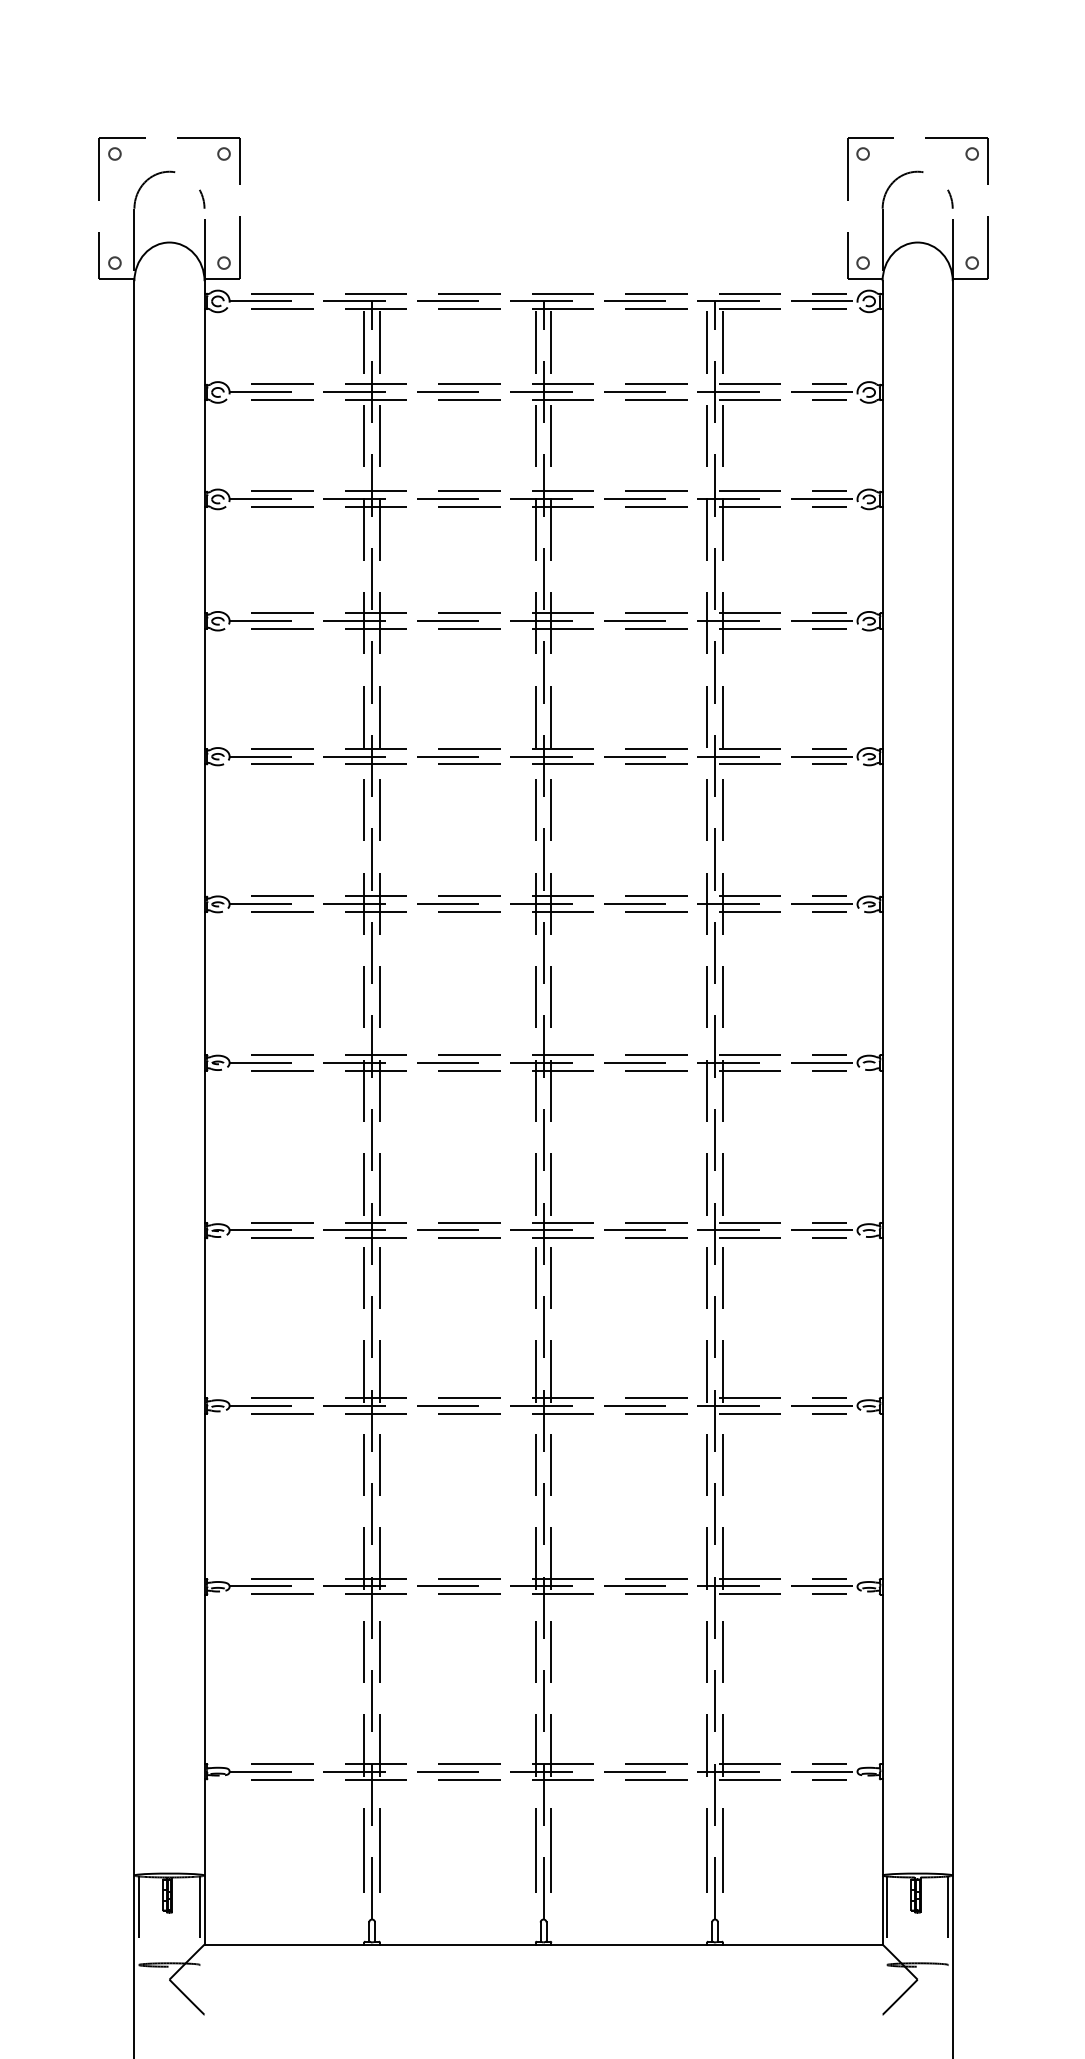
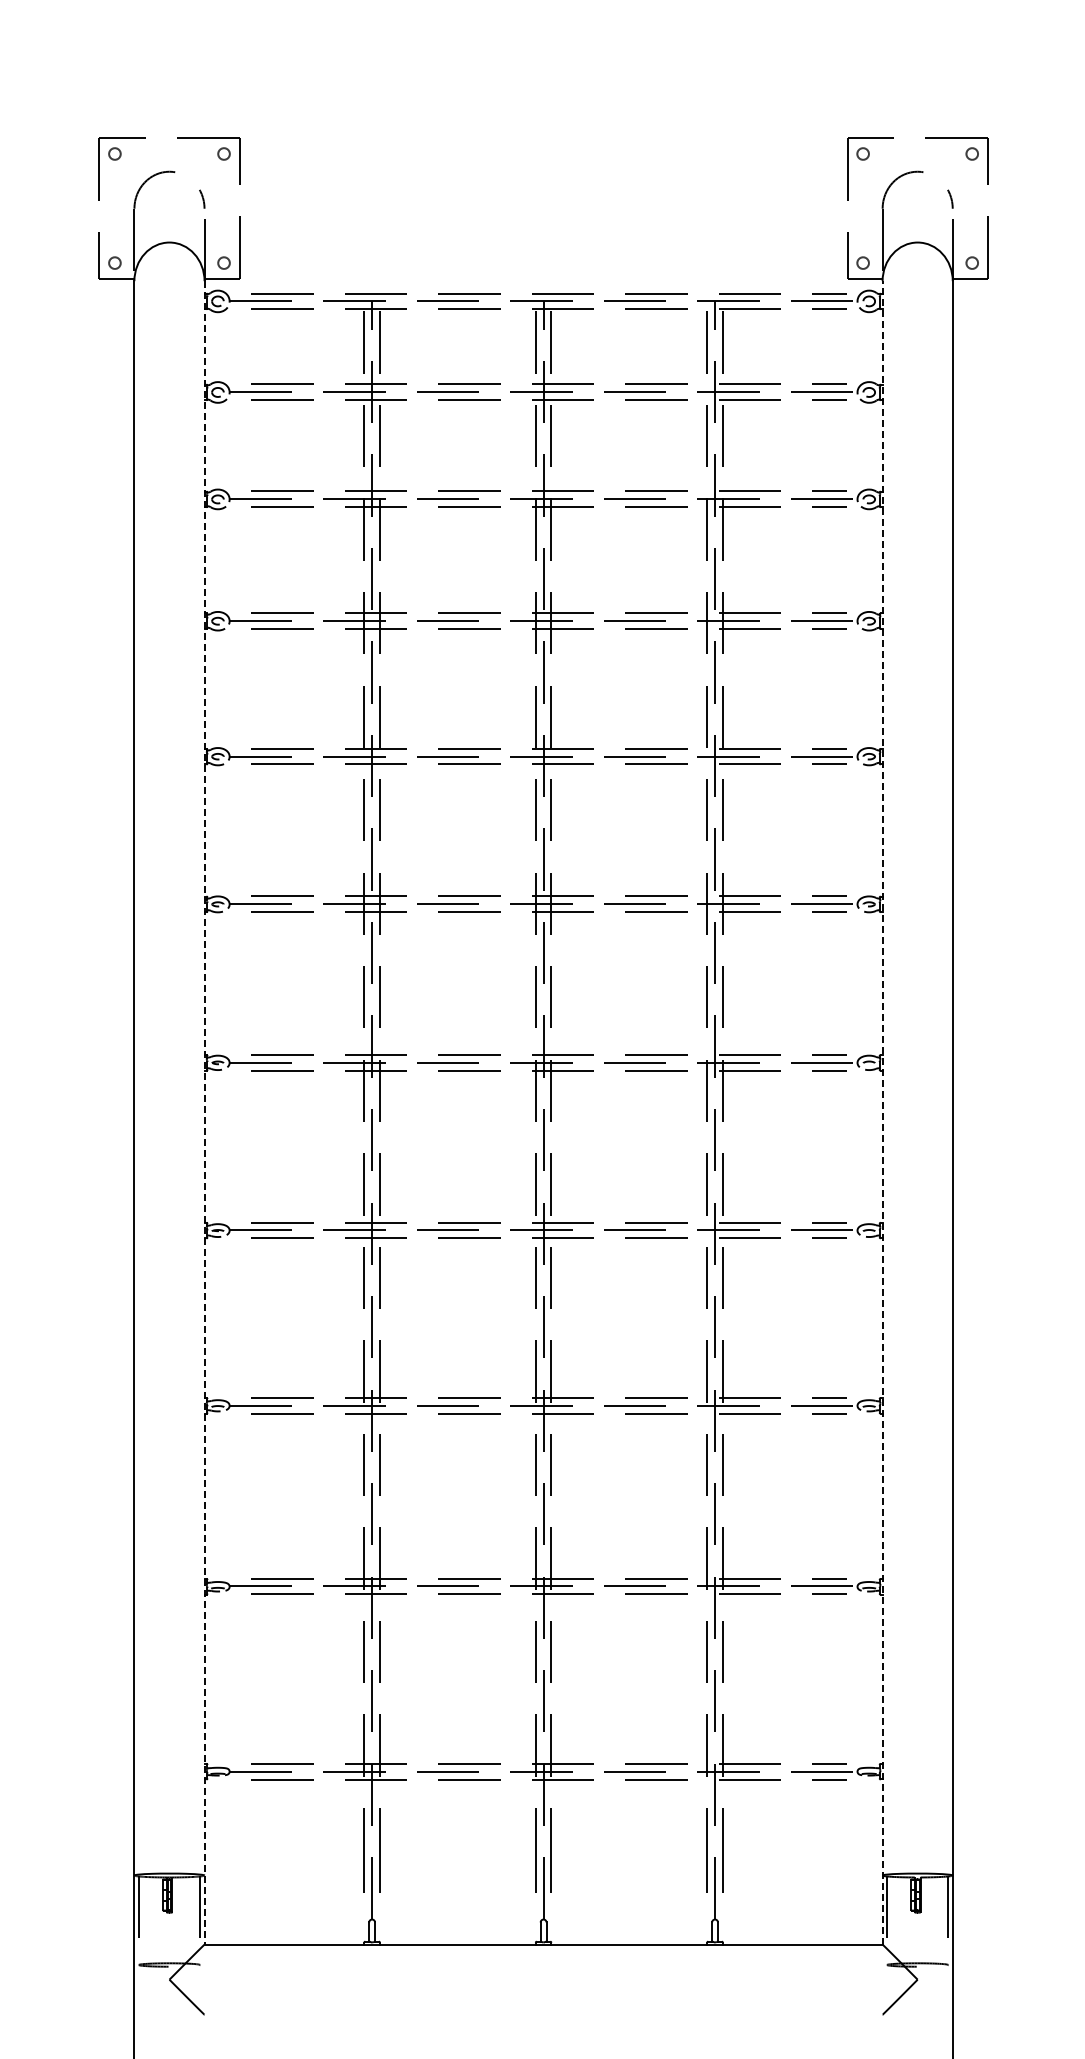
line at (204, 1112): solid -> dashed
line at (882, 1112): solid -> dashed
